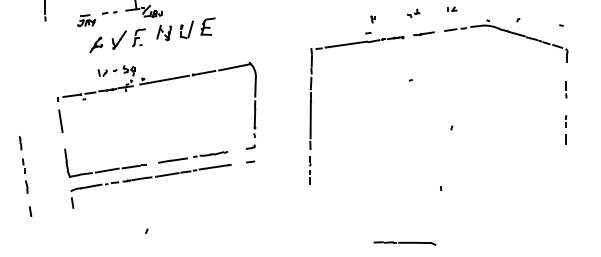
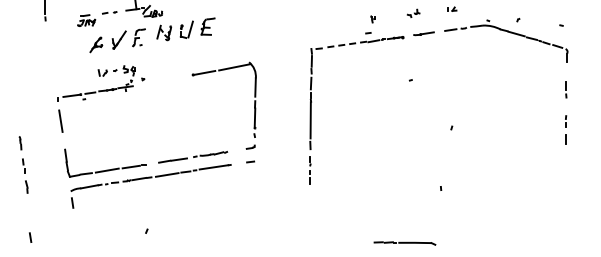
line at (346, 44): solid -> dashed
line at (164, 79): present -> none
line at (30, 211) position: (30, 211) -> (30, 237)
